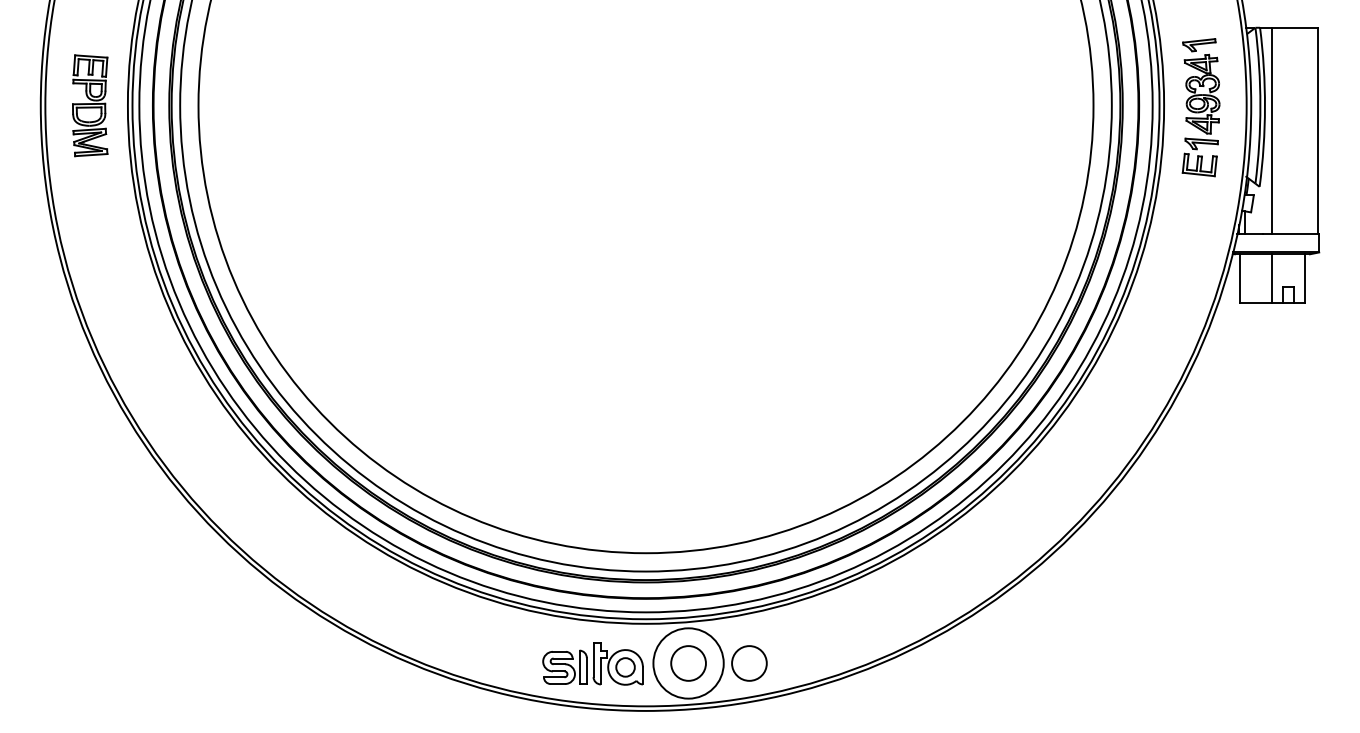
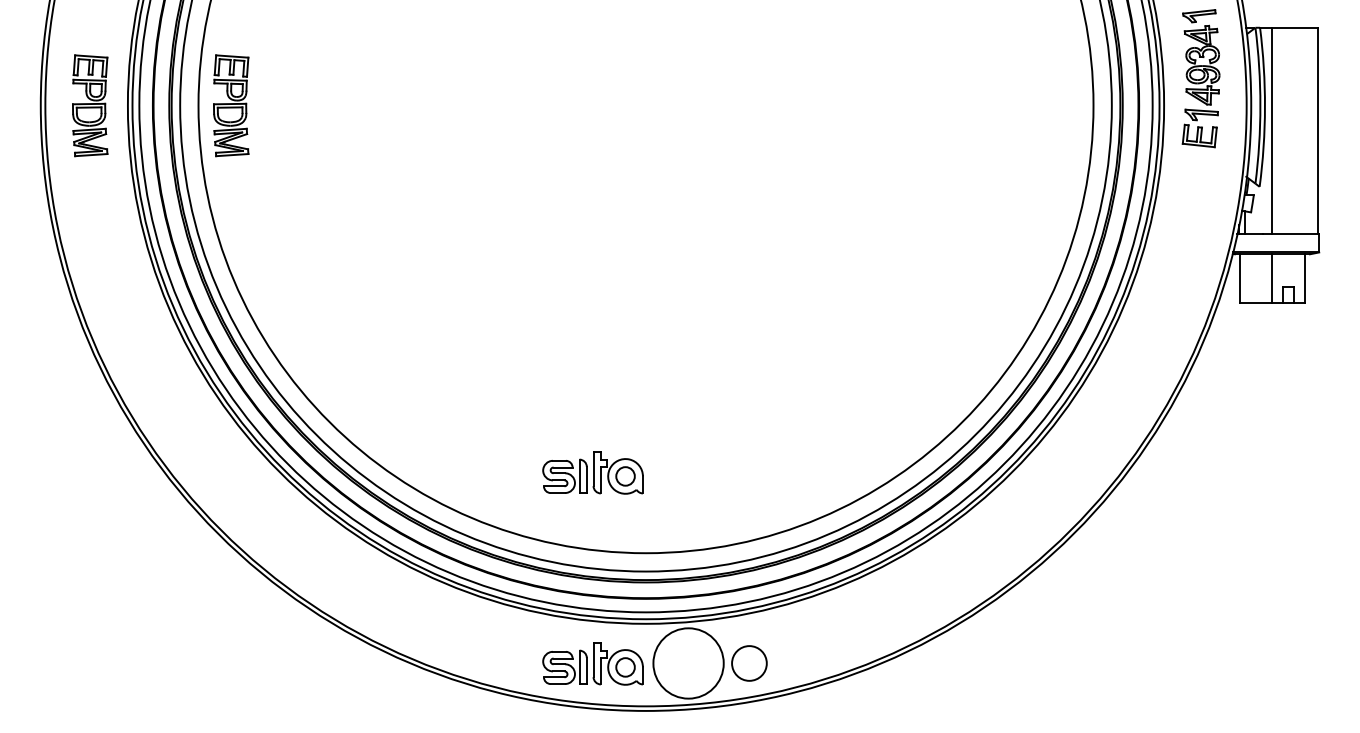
part at (231, 105): none -> present
part at (1200, 107) position: (1200, 107) -> (1200, 78)
part at (592, 472): none -> present
circle at (688, 663): present -> none
